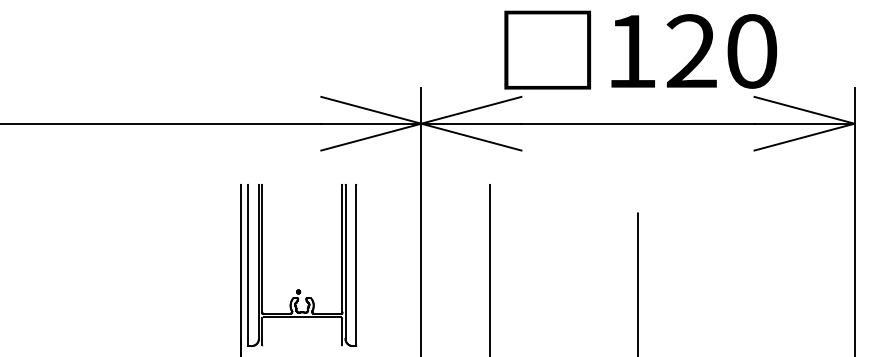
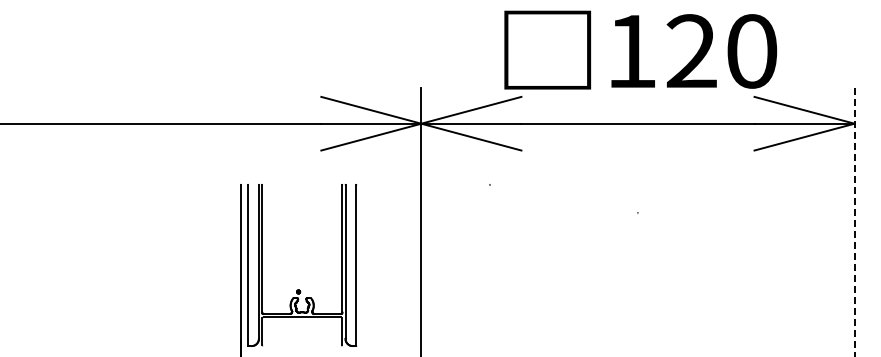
line at (854, 221): solid -> dashed
line at (489, 268): present -> none
line at (637, 283): present -> none
